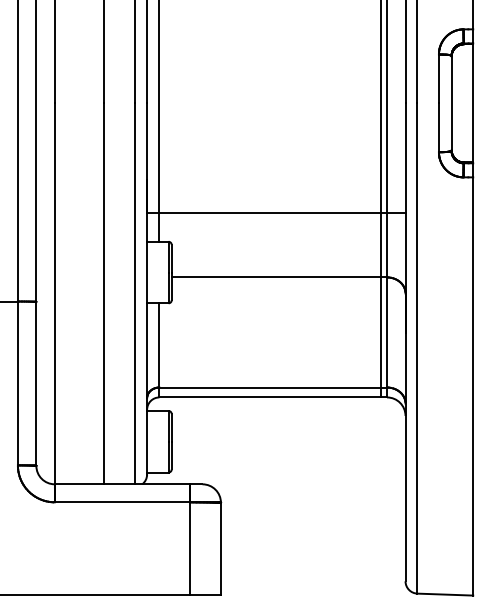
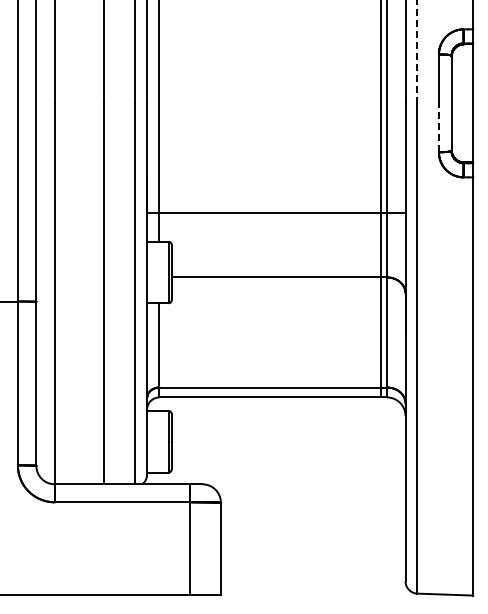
line at (417, 52): solid -> dashed
line at (438, 127): solid -> dashed
